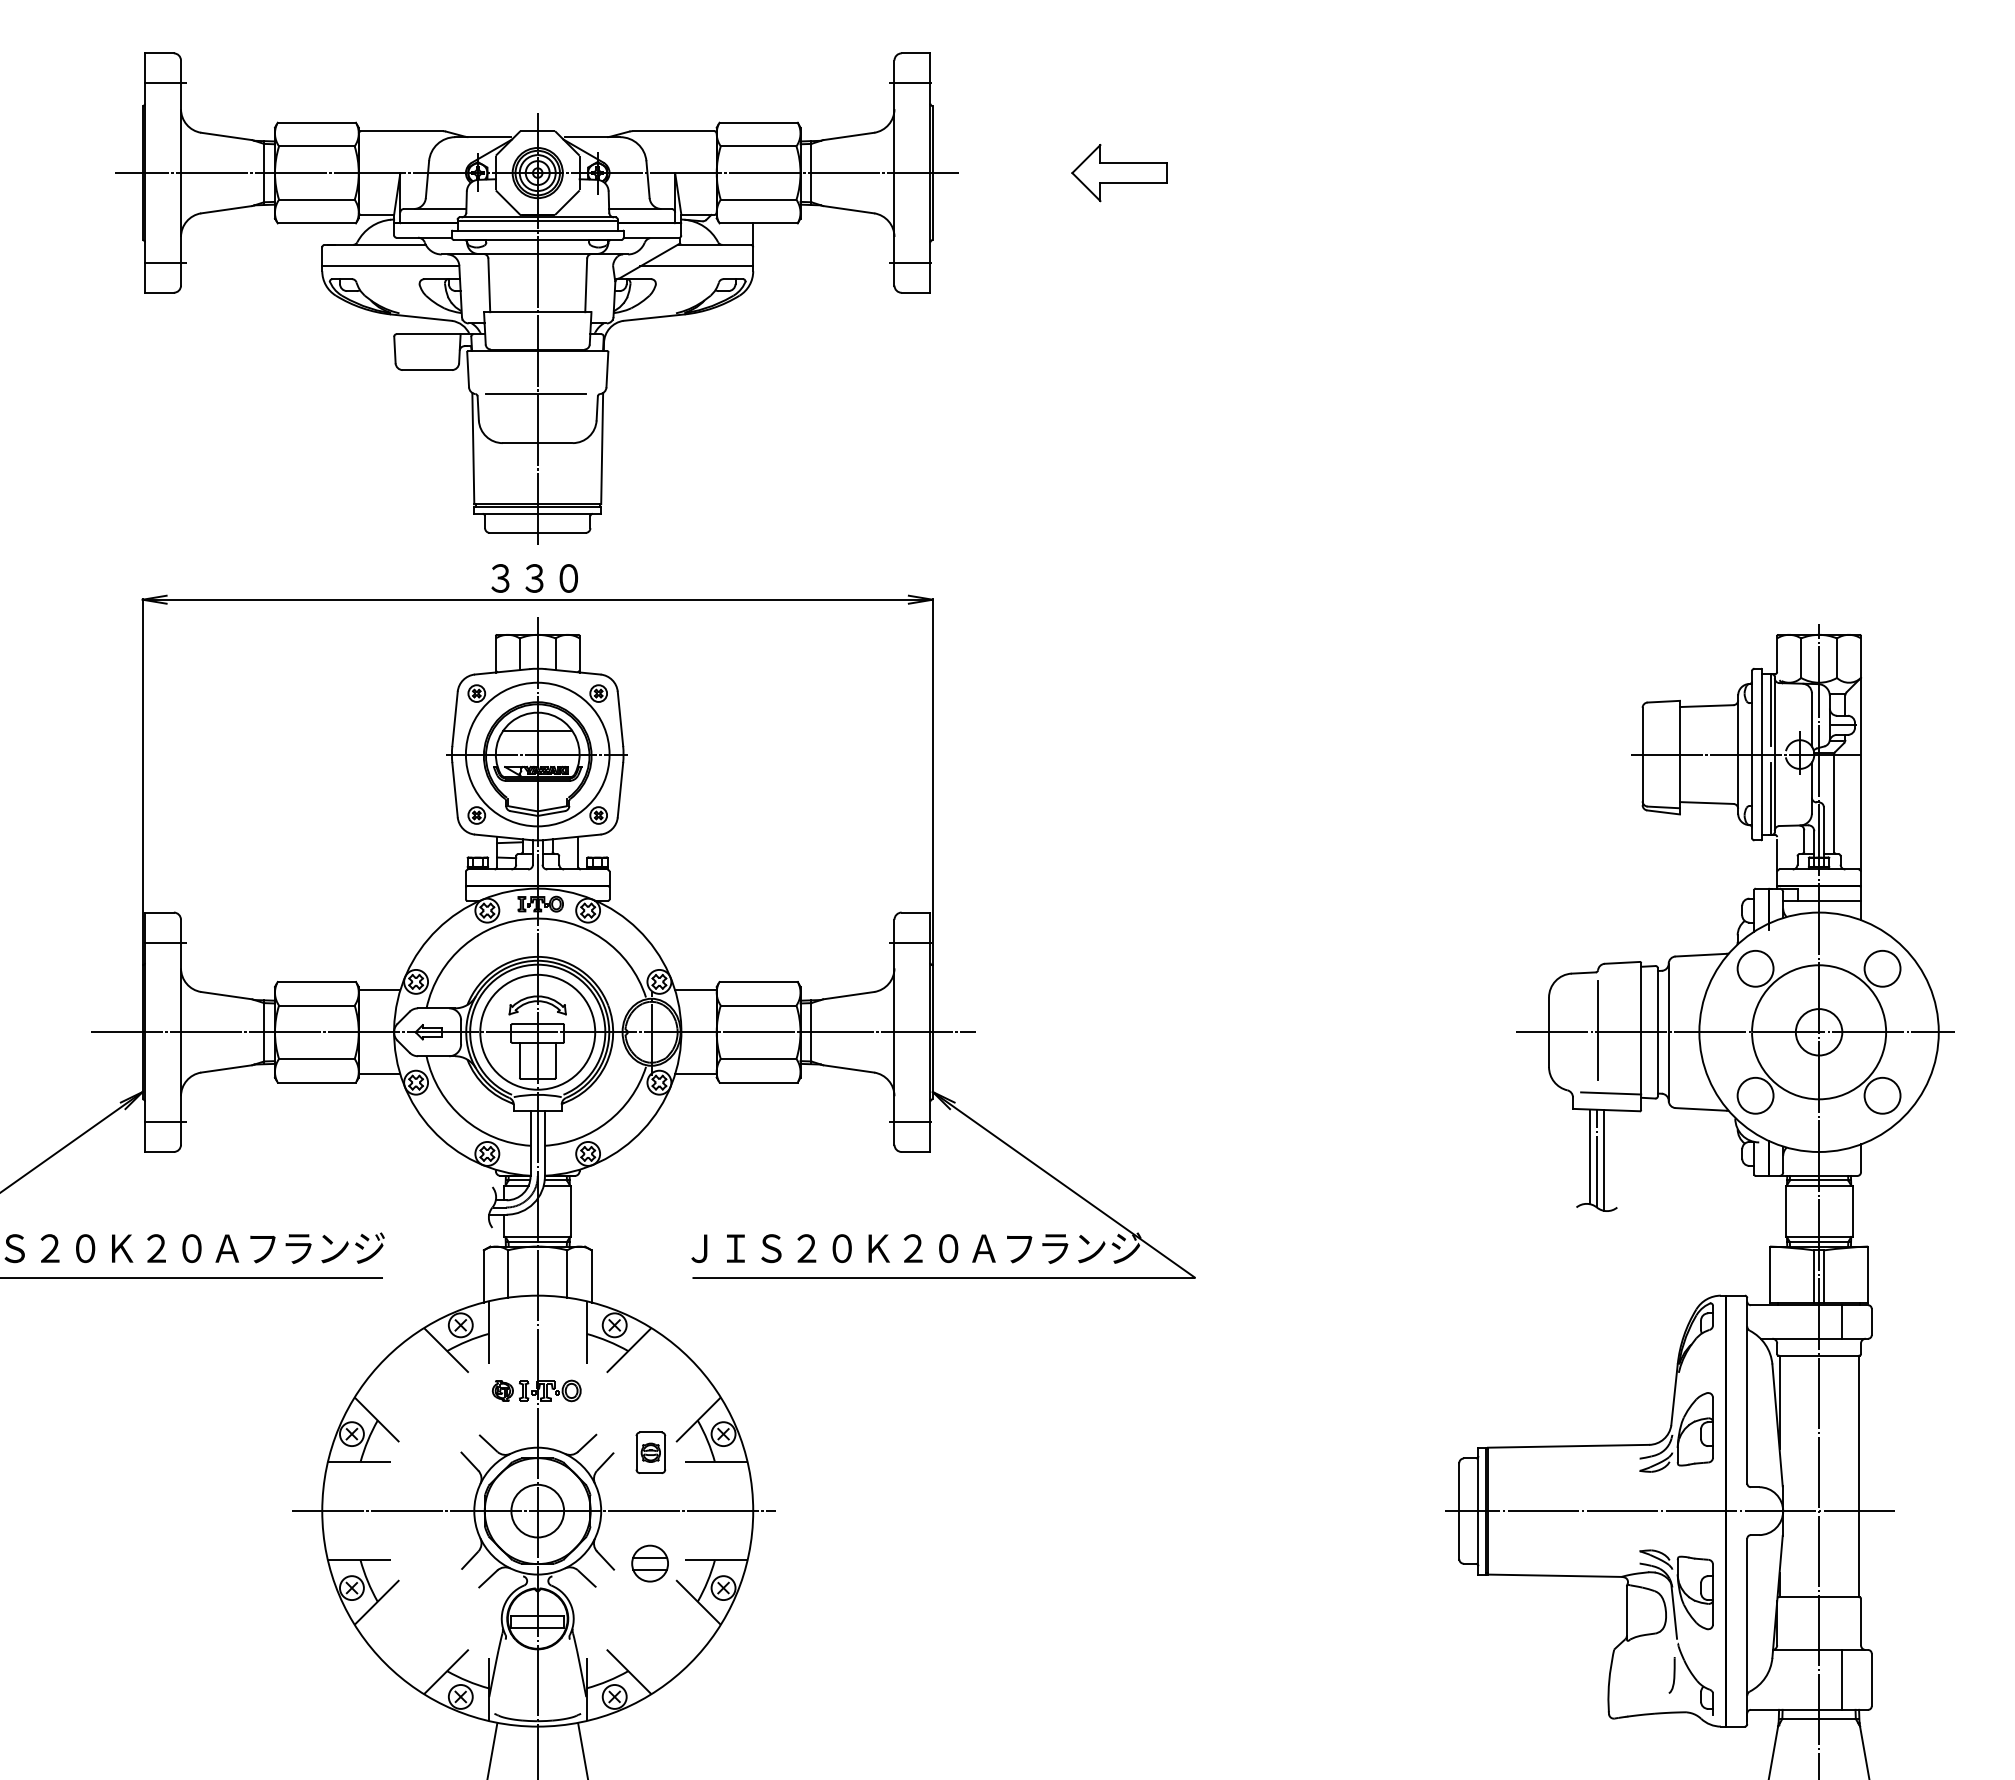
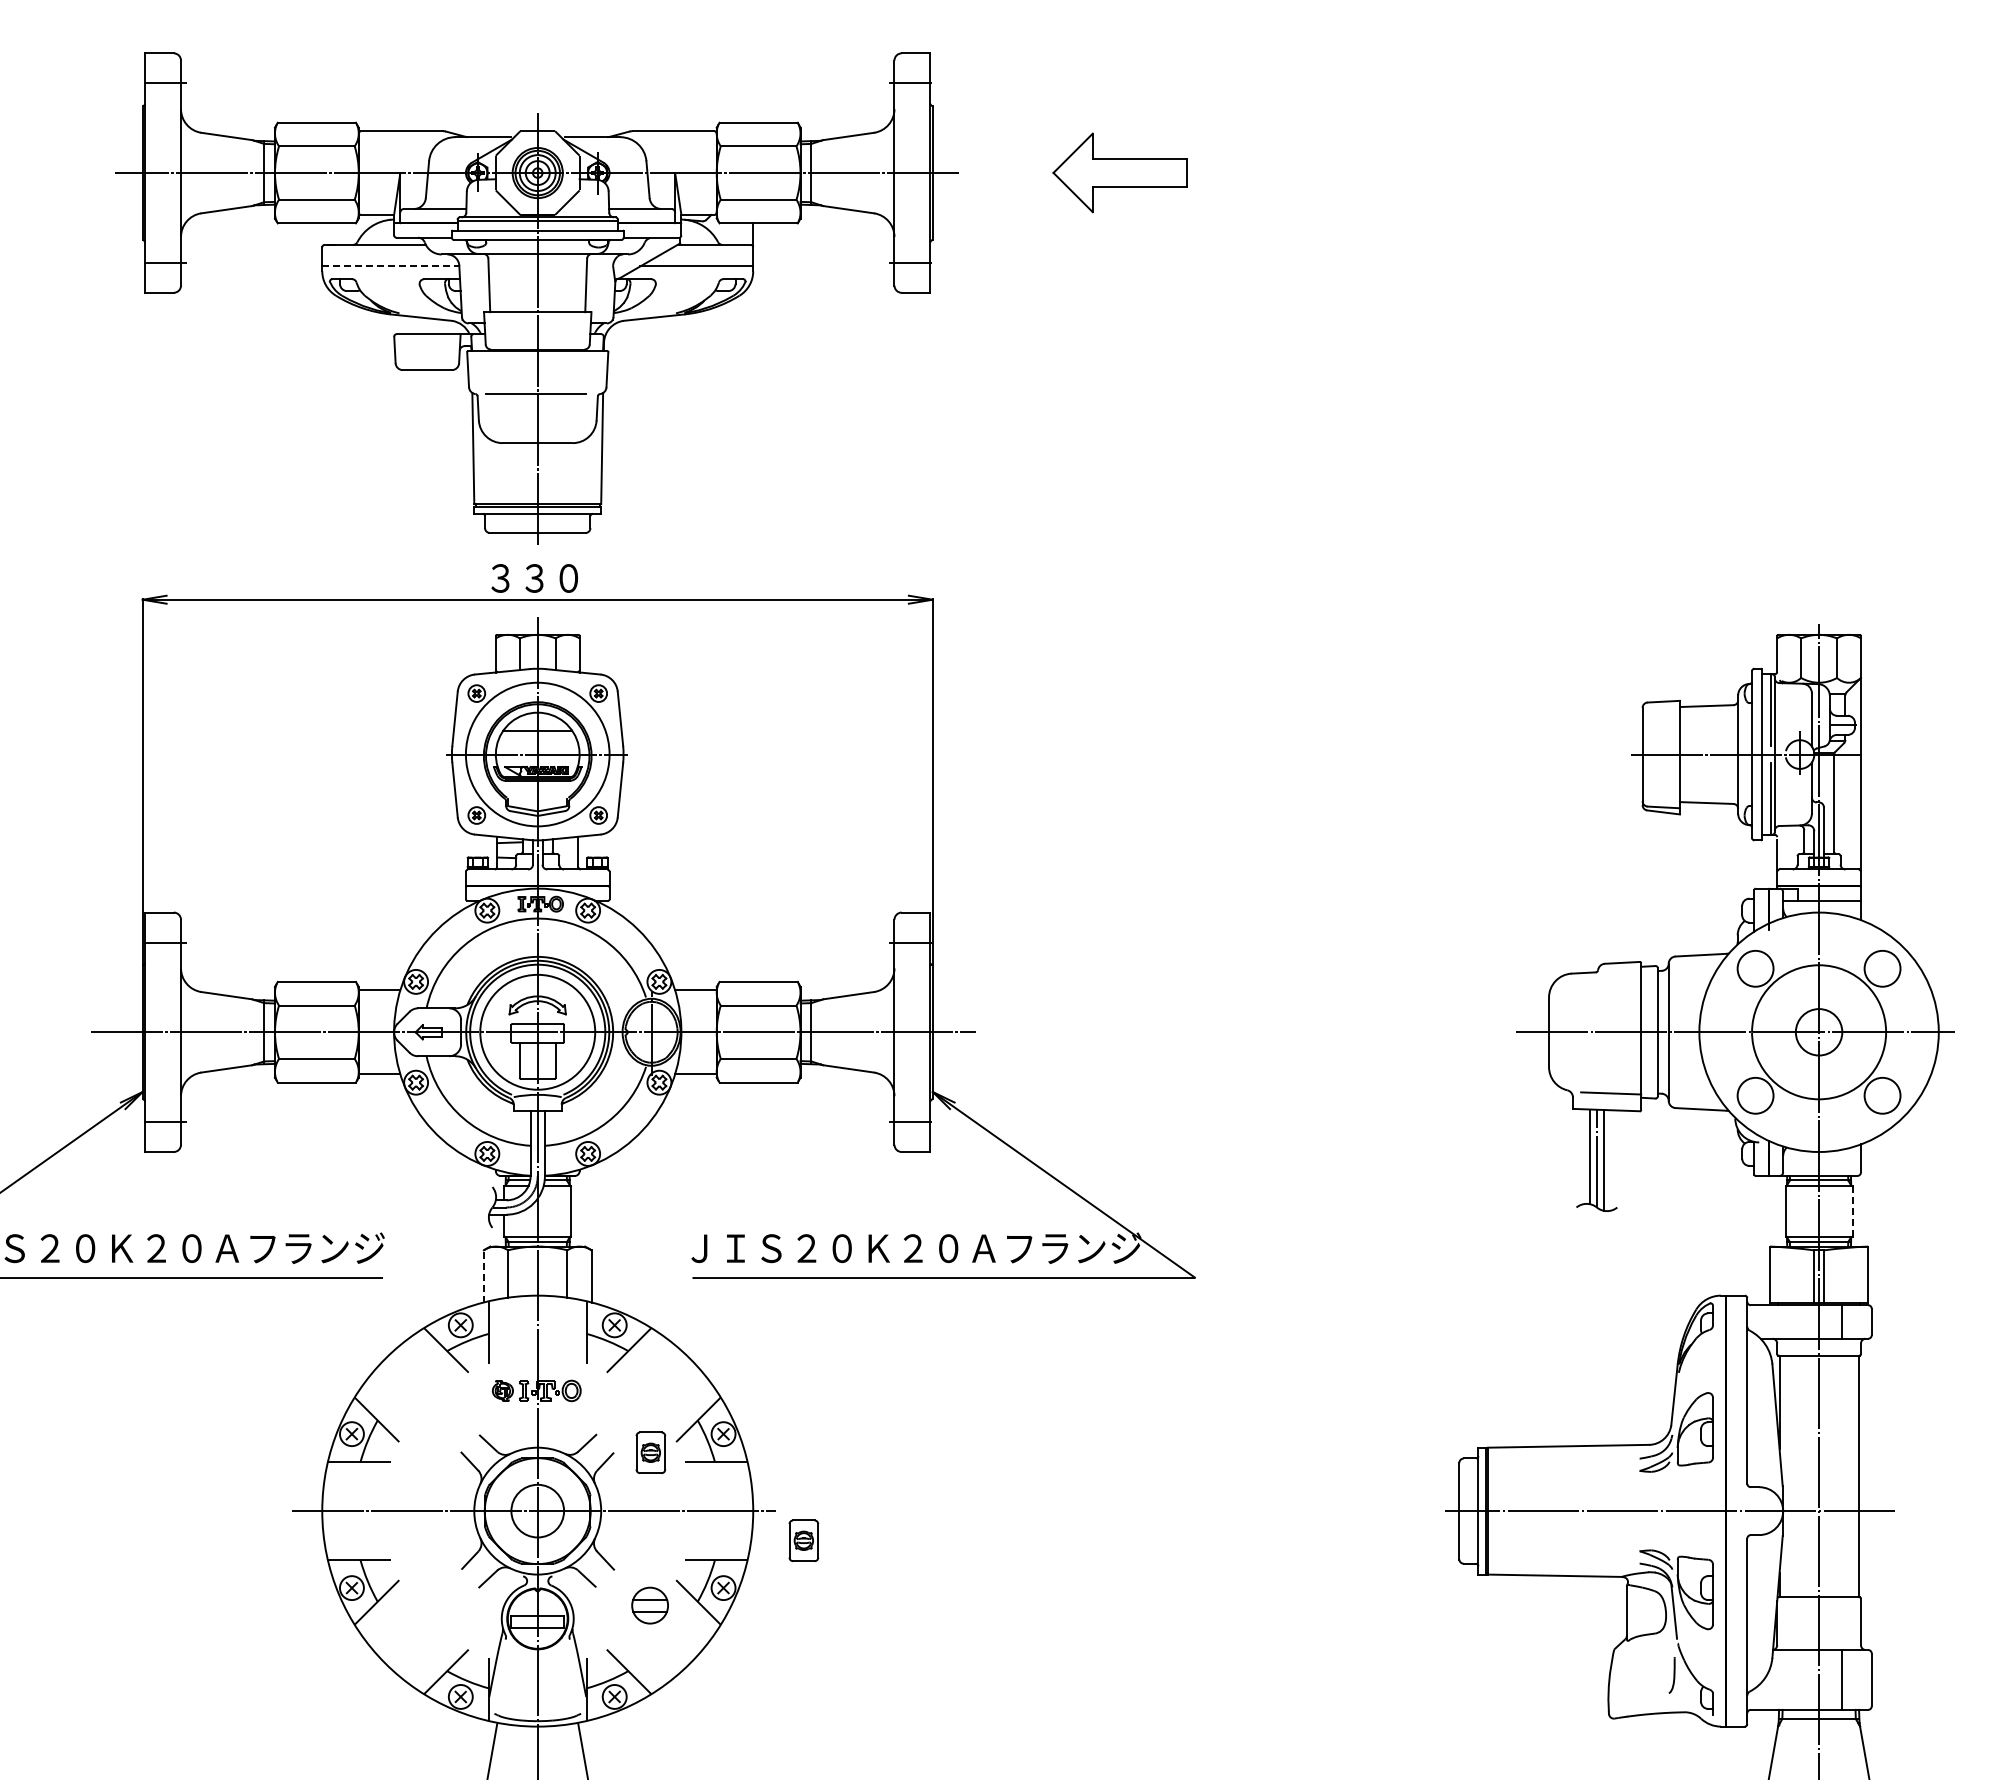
part at (1119, 173) size: 97x59 px -> 136x82 px
line at (390, 266): solid -> dashed
line at (1598, 1030): present -> none
line at (1852, 1211): solid -> dashed
line at (483, 1275): solid -> dashed
part at (803, 1540): none -> present
part at (649, 1563) position: (649, 1563) -> (649, 1605)
